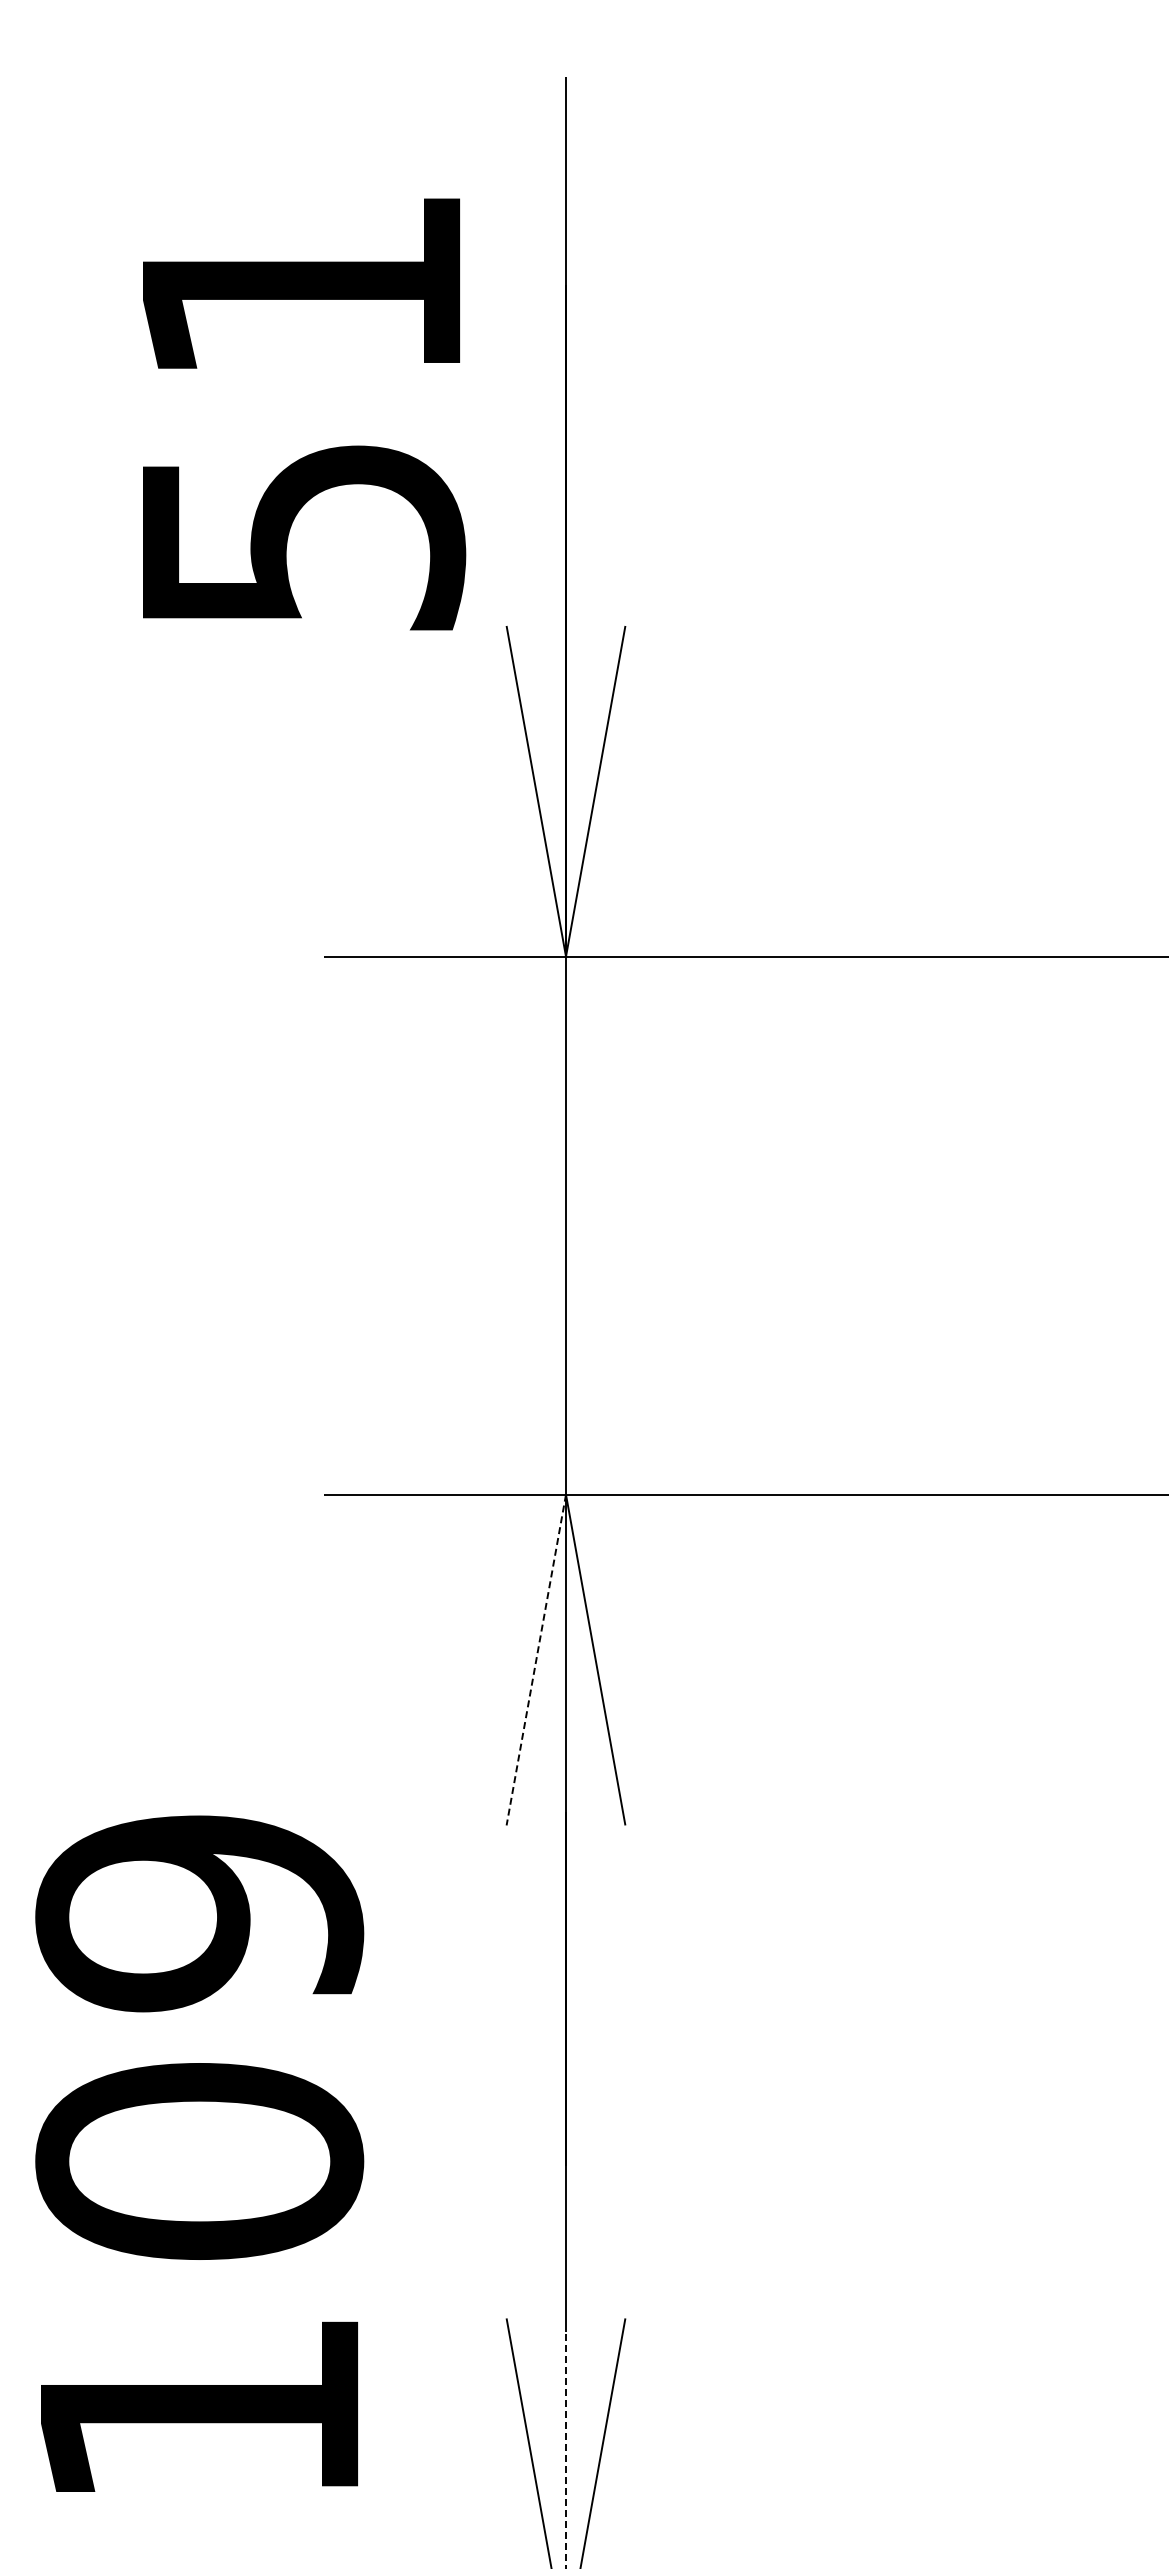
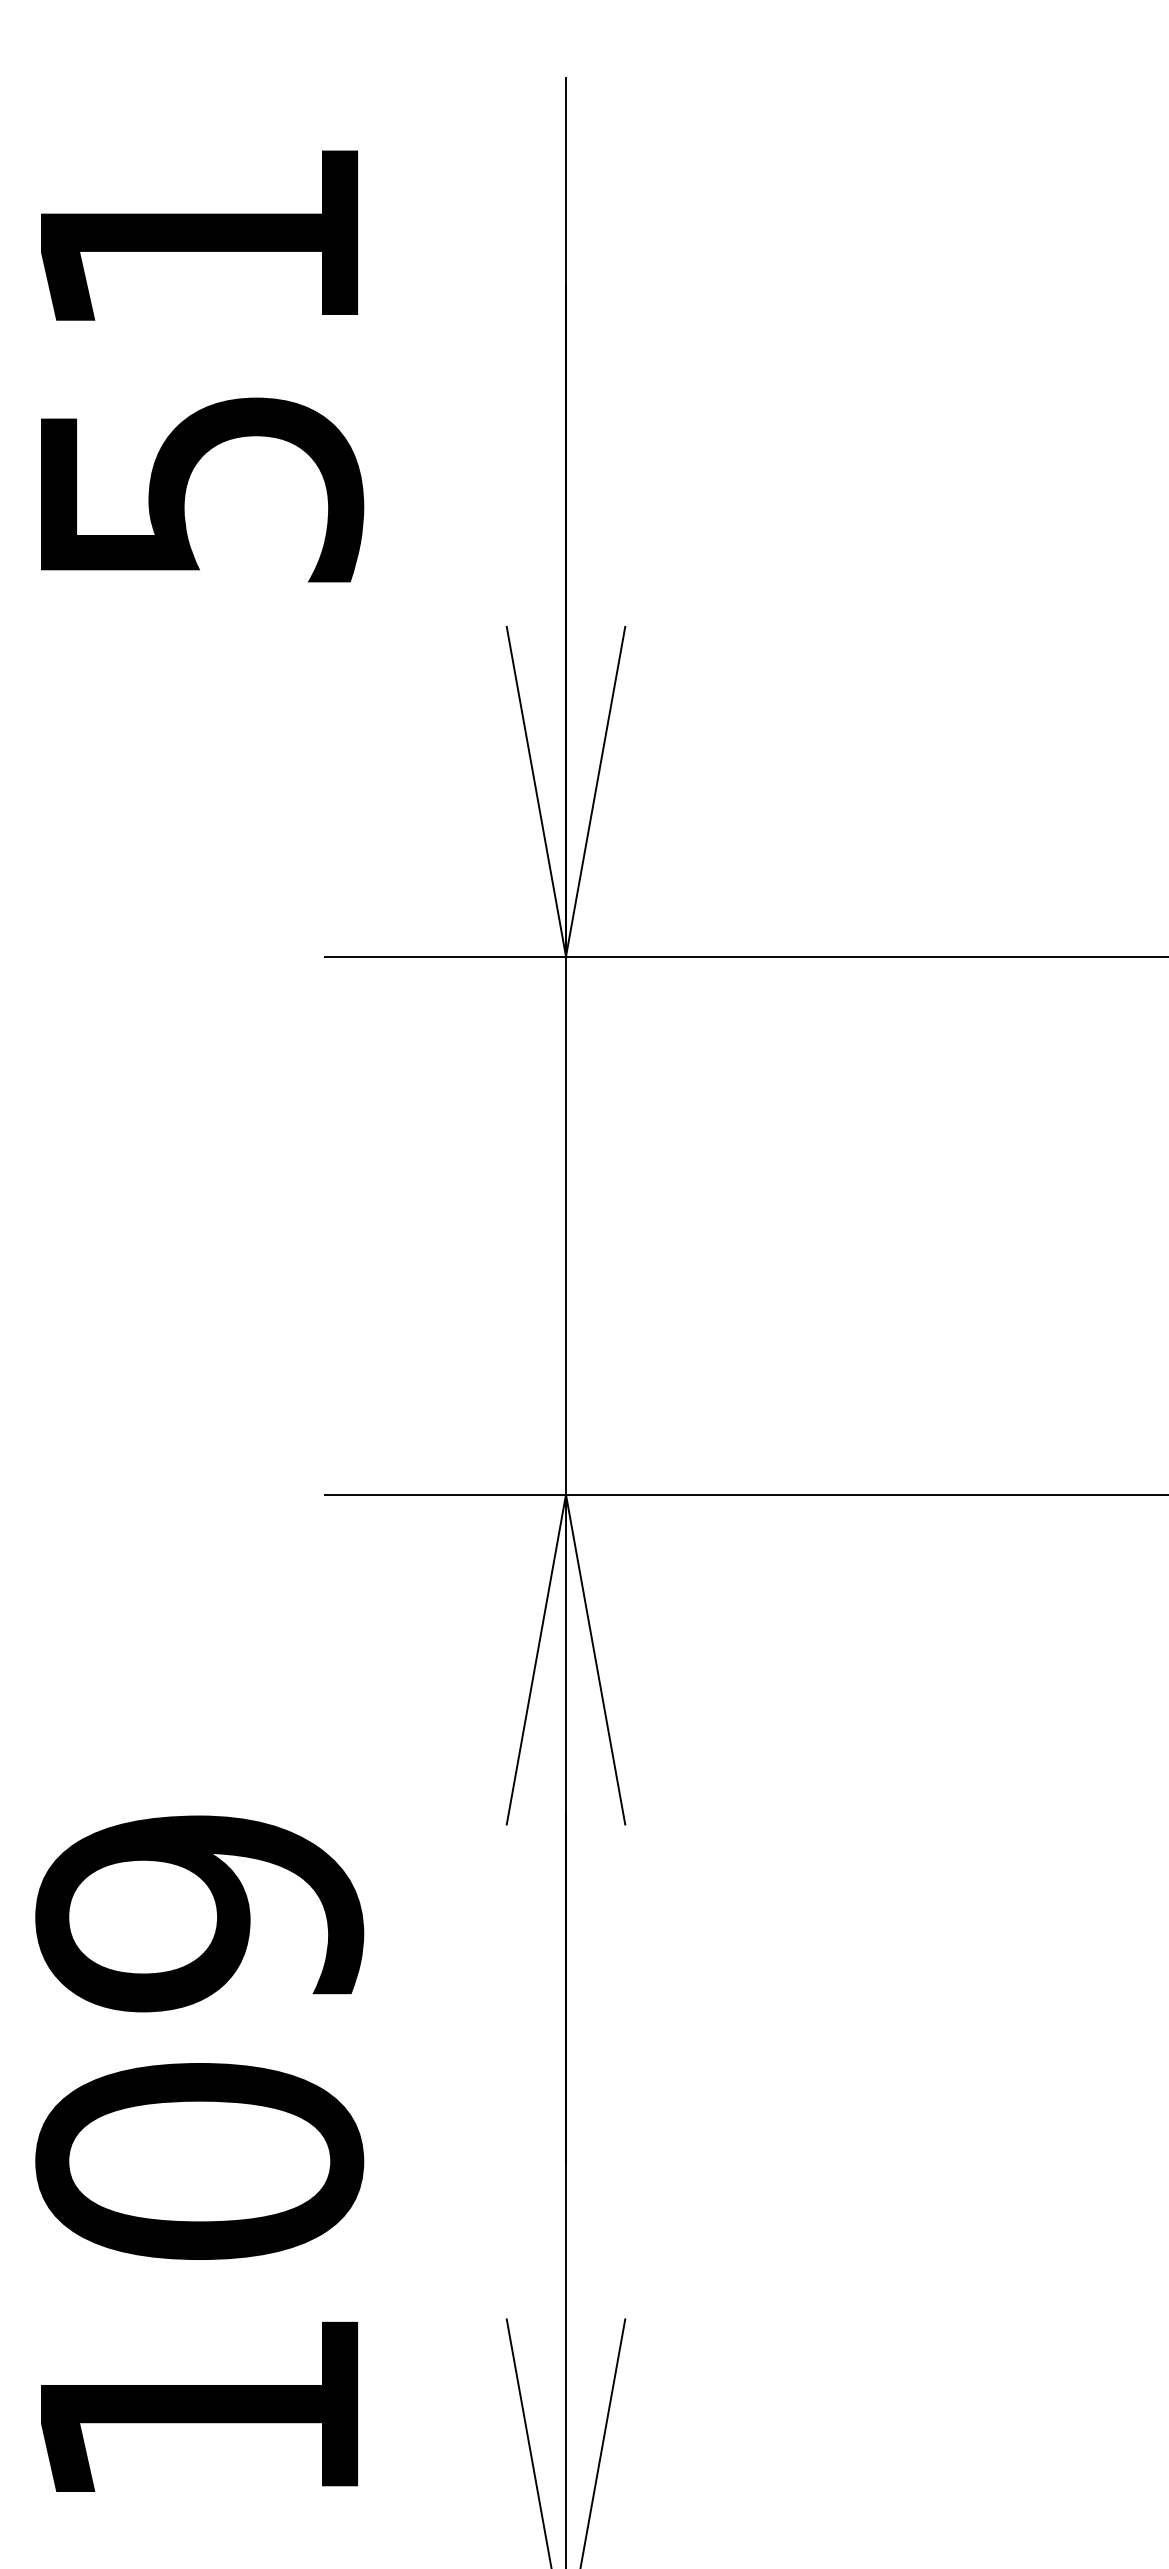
text at (304, 414) position: (304, 414) -> (202, 366)
line at (536, 1660): dashed -> solid
line at (566, 2449): dashed -> solid
